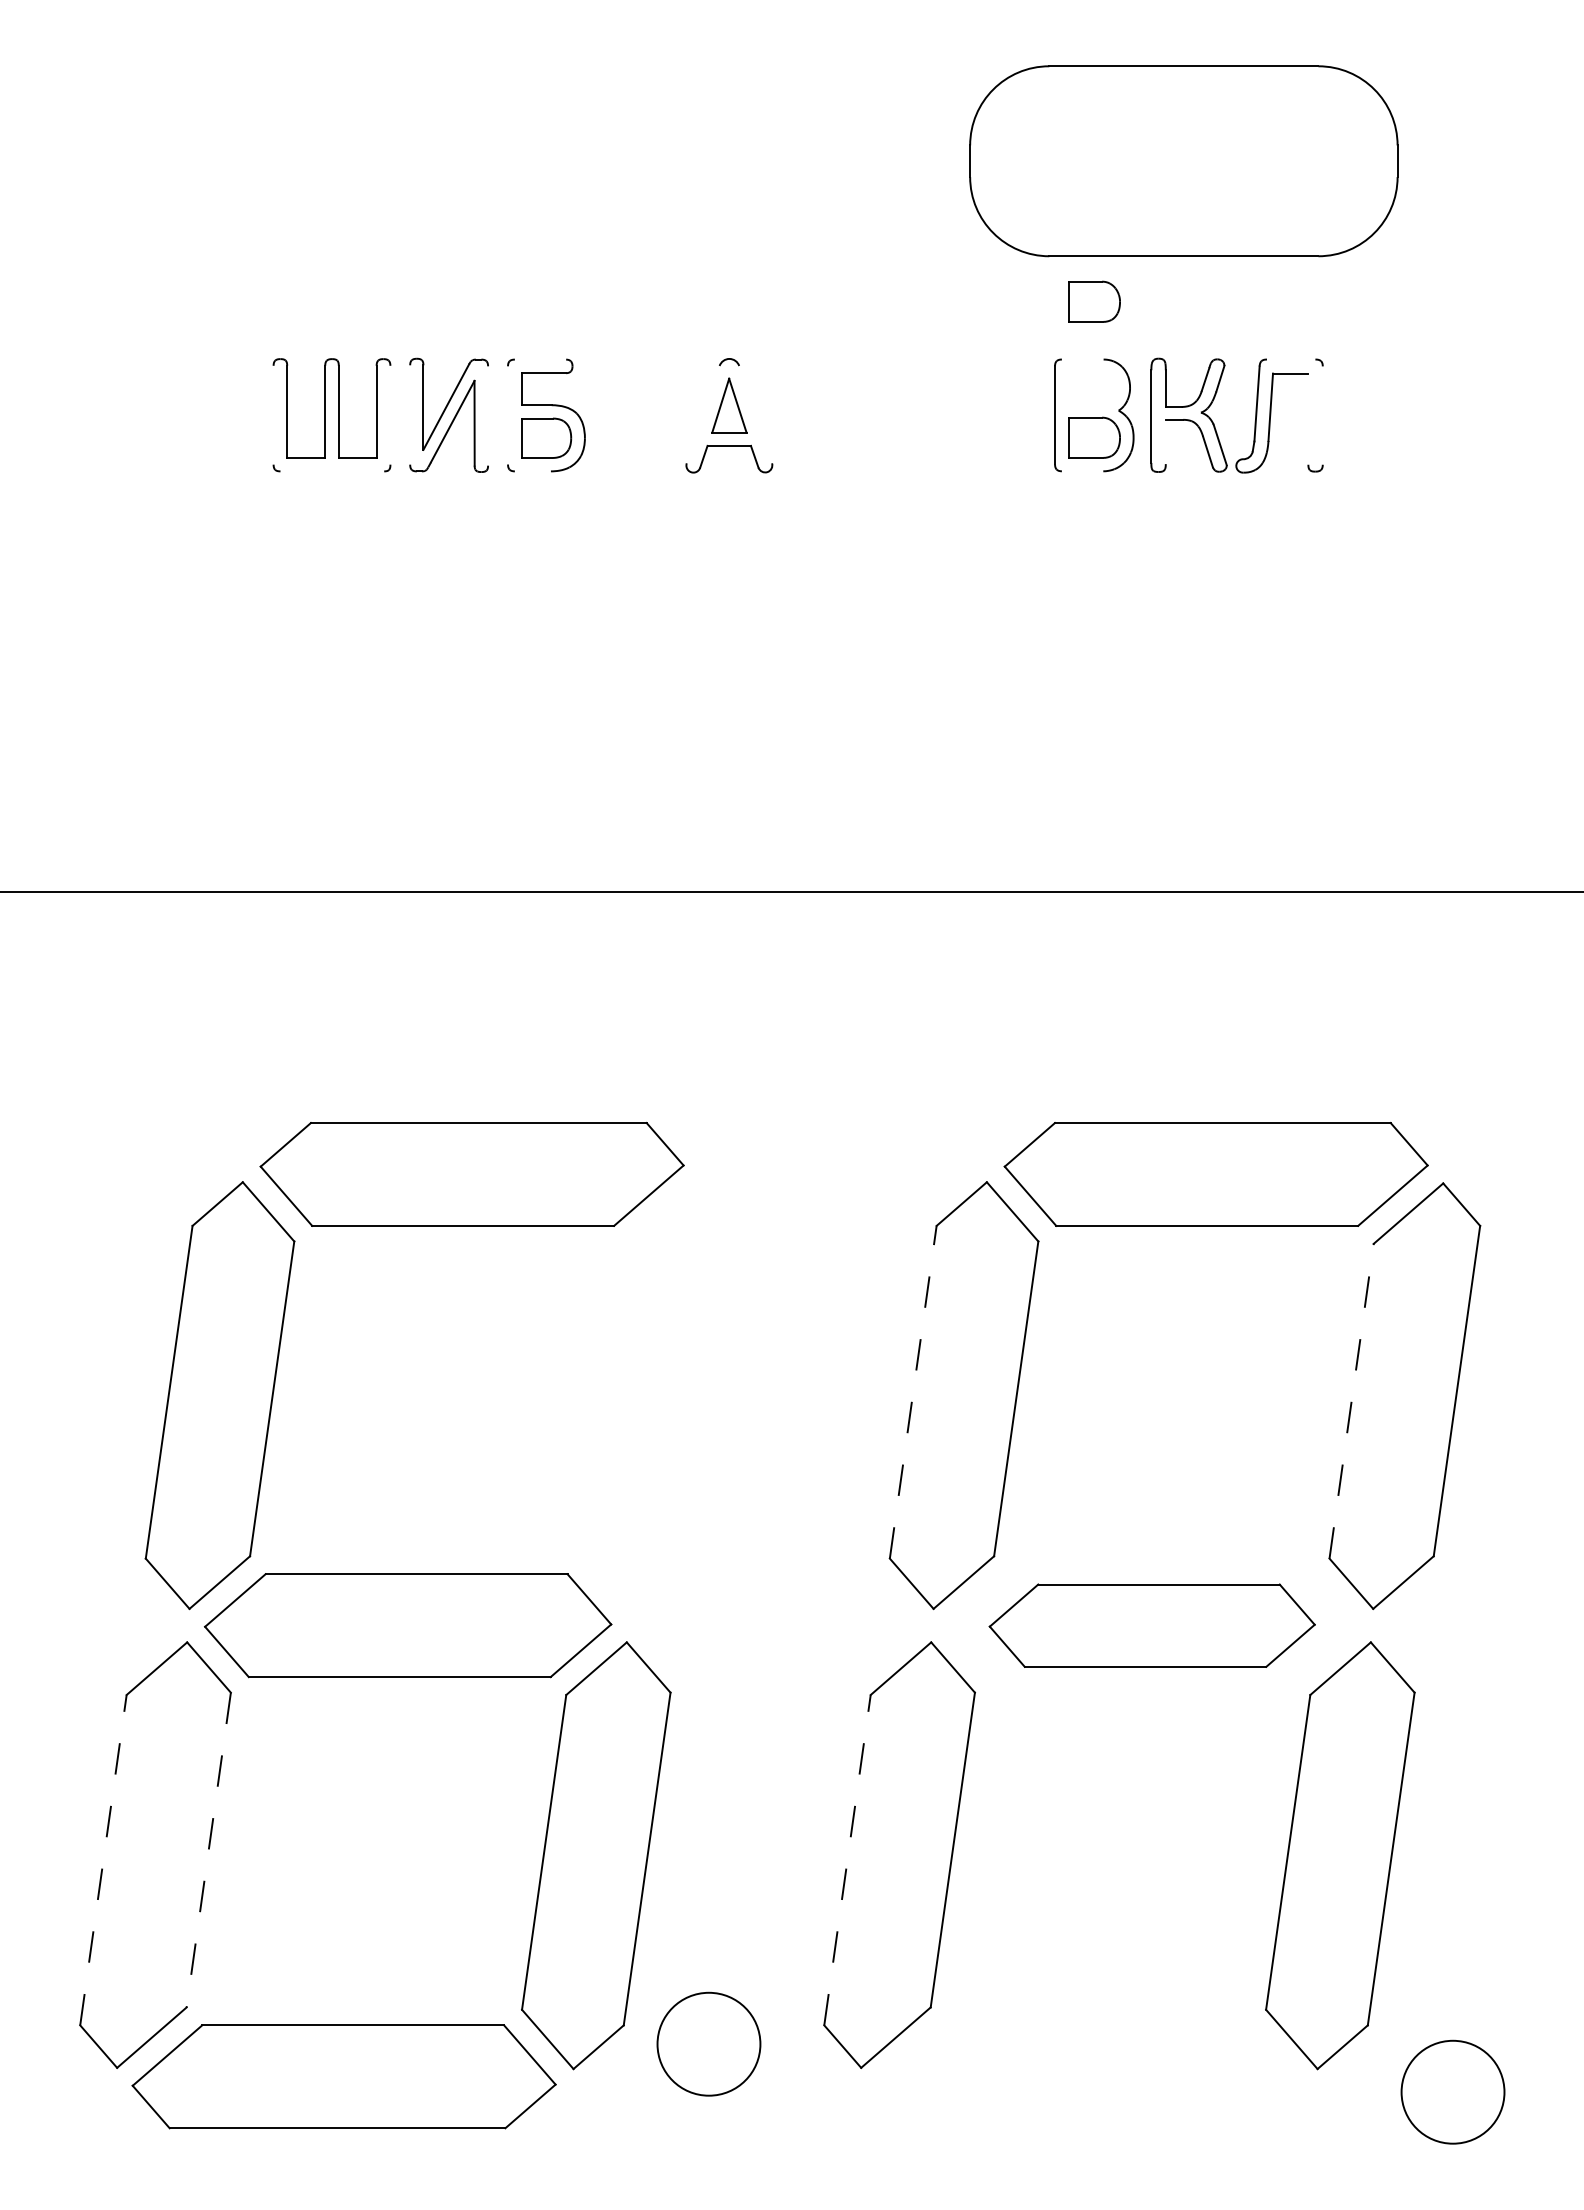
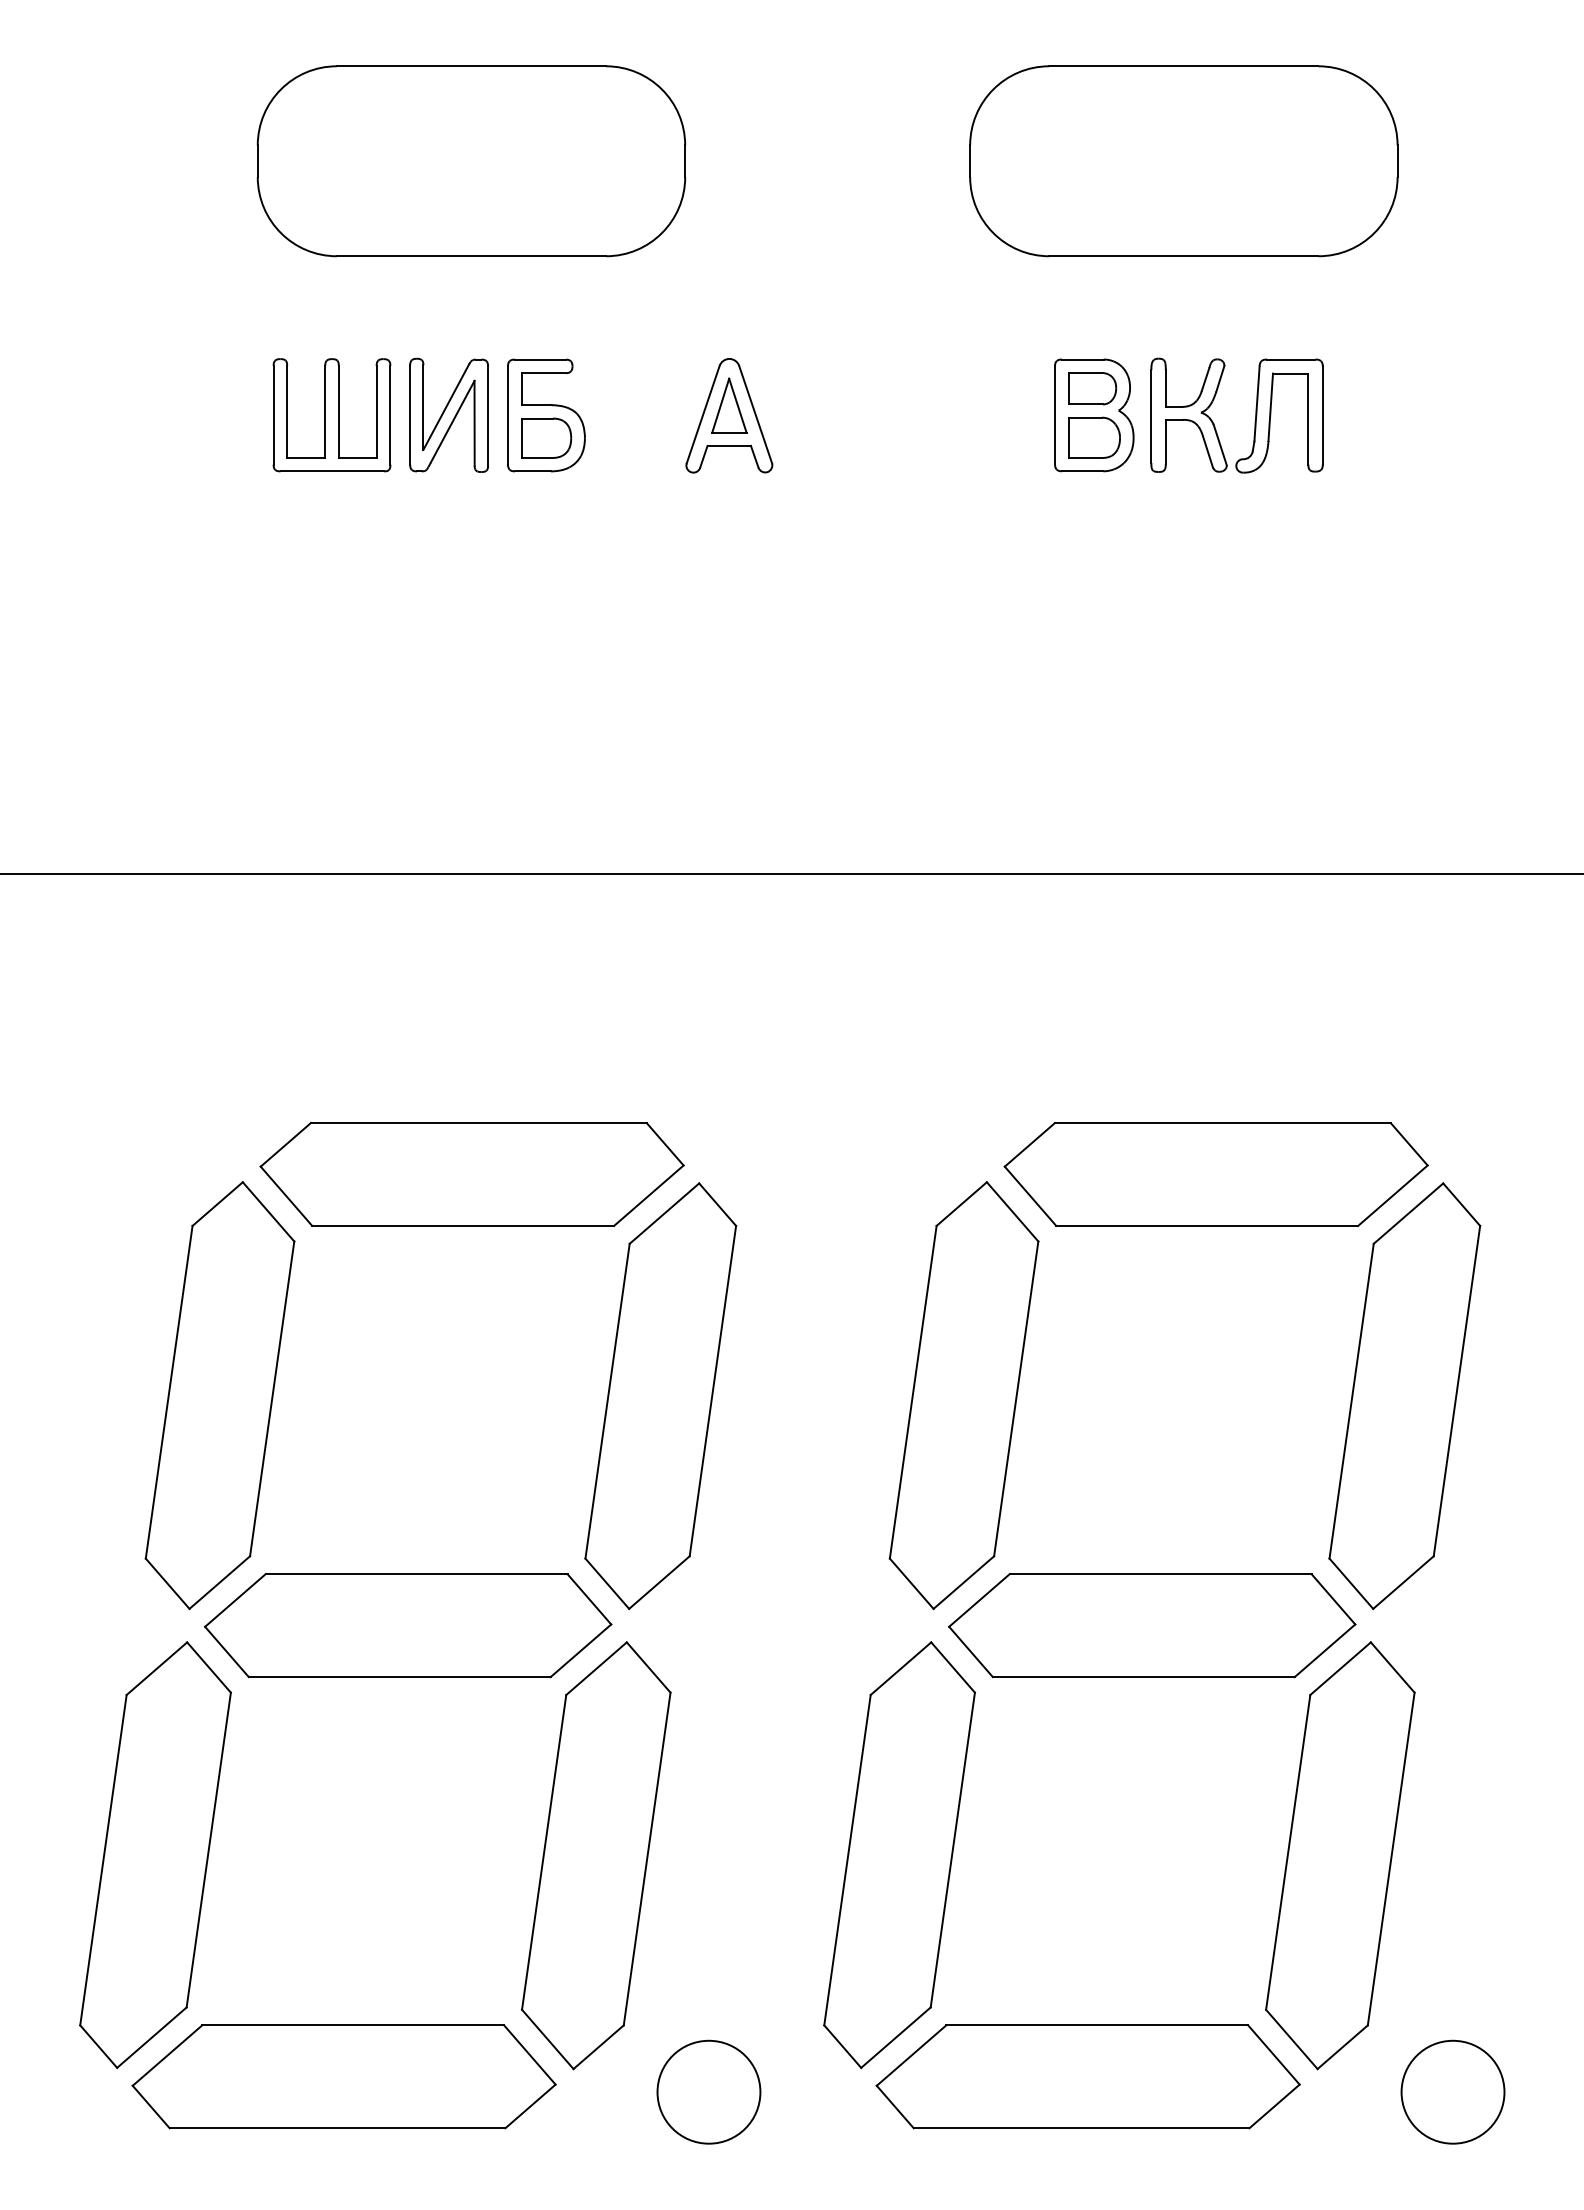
part at (471, 161): none -> present
part at (1094, 301): present -> none
line at (540, 359): none -> present
line at (1082, 359): none -> present
line at (1290, 359): none -> present
part at (1092, 388): none -> present
line at (273, 414): none -> present
line at (390, 414): none -> present
line at (410, 414): none -> present
line at (702, 414): none -> present
line at (755, 414): none -> present
line at (488, 415): none -> present
line at (508, 415): none -> present
line at (1322, 415): none -> present
line at (1308, 418): none -> present
line at (1165, 441): none -> present
line at (332, 471): none -> present
line at (532, 471): none -> present
line at (1082, 471): none -> present
line at (791, 891) position: (791, 891) -> (791, 873)
line at (913, 1392): dashed -> solid
part at (660, 1395): none -> present
line at (1351, 1401): dashed -> solid
part at (1151, 1625) size: 328x85 px -> 409x106 px
line at (208, 1850): dashed -> solid
line at (103, 1860): dashed -> solid
line at (847, 1860): dashed -> solid
circle at (708, 2043) position: (708, 2043) -> (708, 2091)
part at (1087, 2076): none -> present
